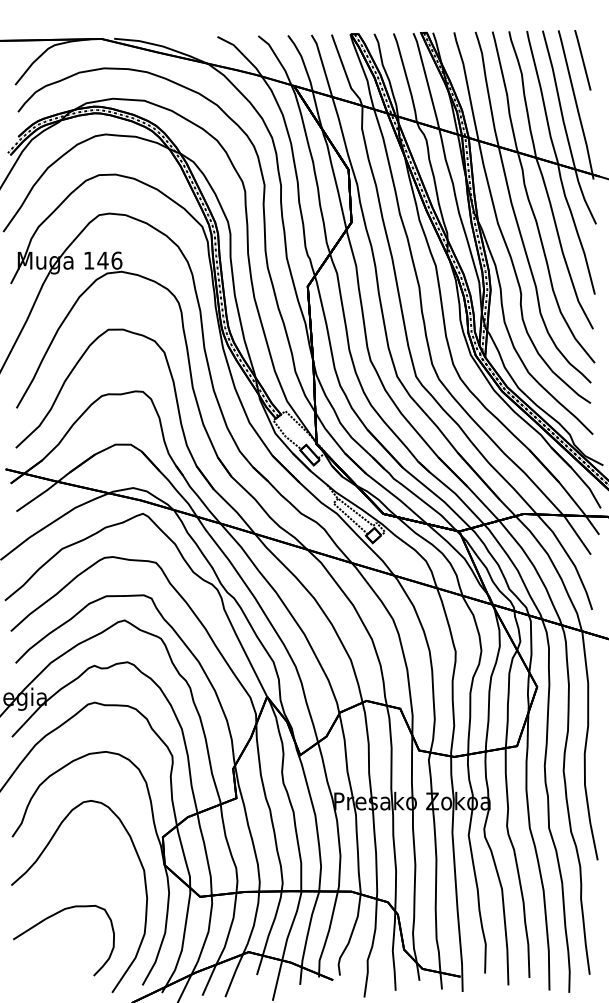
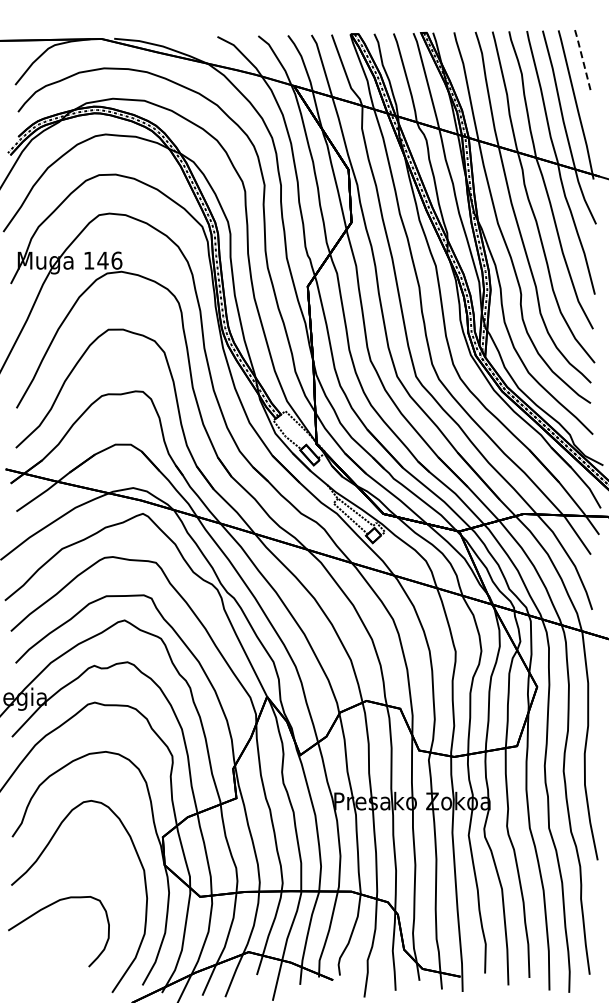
line at (582, 59): solid -> dashed
curve at (49, 918) position: (49, 918) -> (44, 909)
